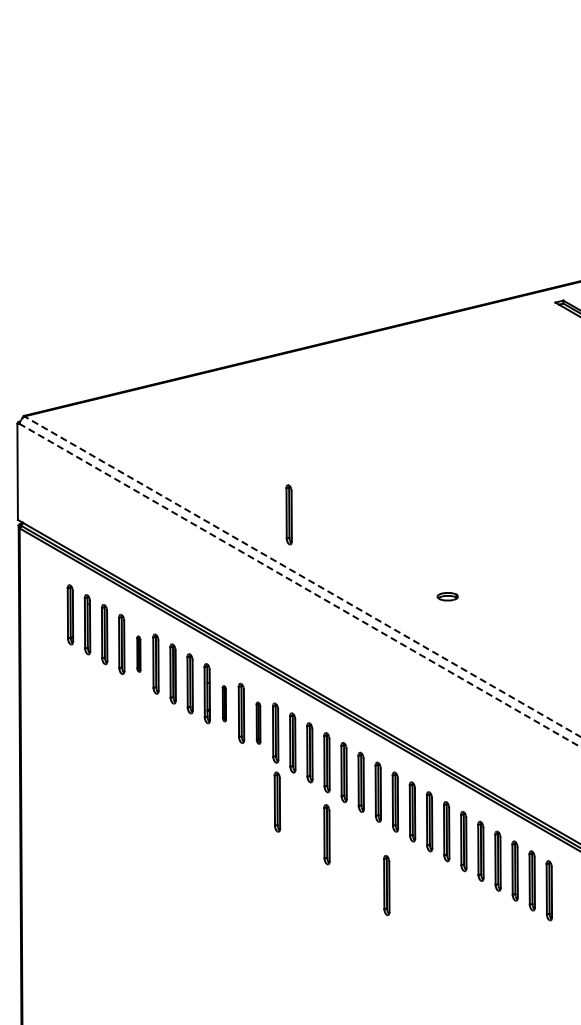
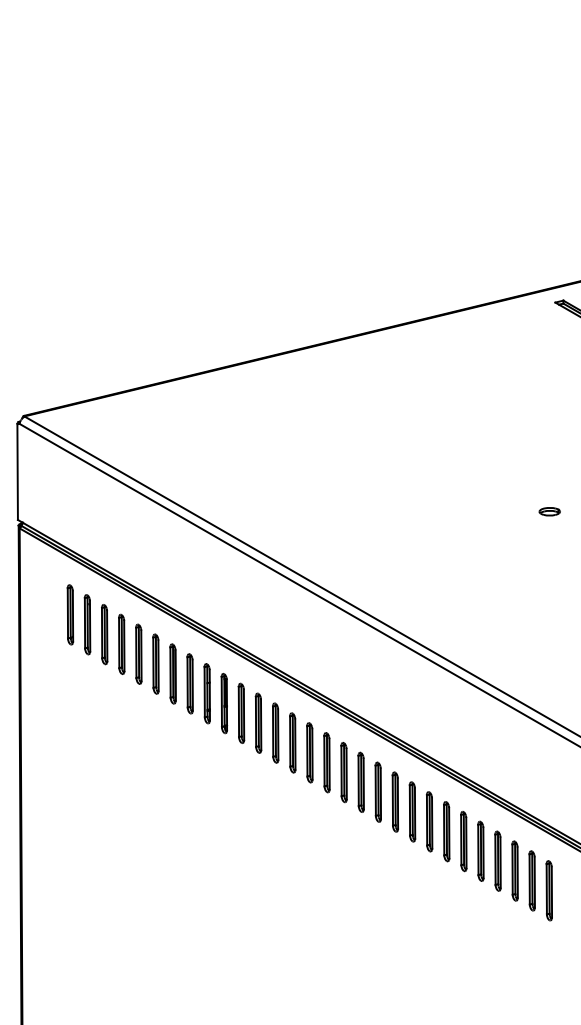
part at (288, 514): present -> none
line at (302, 576): dashed -> solid
line at (299, 585): dashed -> solid
part at (447, 596) position: (447, 596) -> (549, 511)
part at (138, 653) size: 6x38 px -> 8x62 px
part at (223, 703) size: 6x38 px -> 9x62 px
part at (258, 722) size: 7x44 px -> 9x62 px
part at (277, 801): present -> none
part at (326, 834): present -> none
part at (386, 885): present -> none
